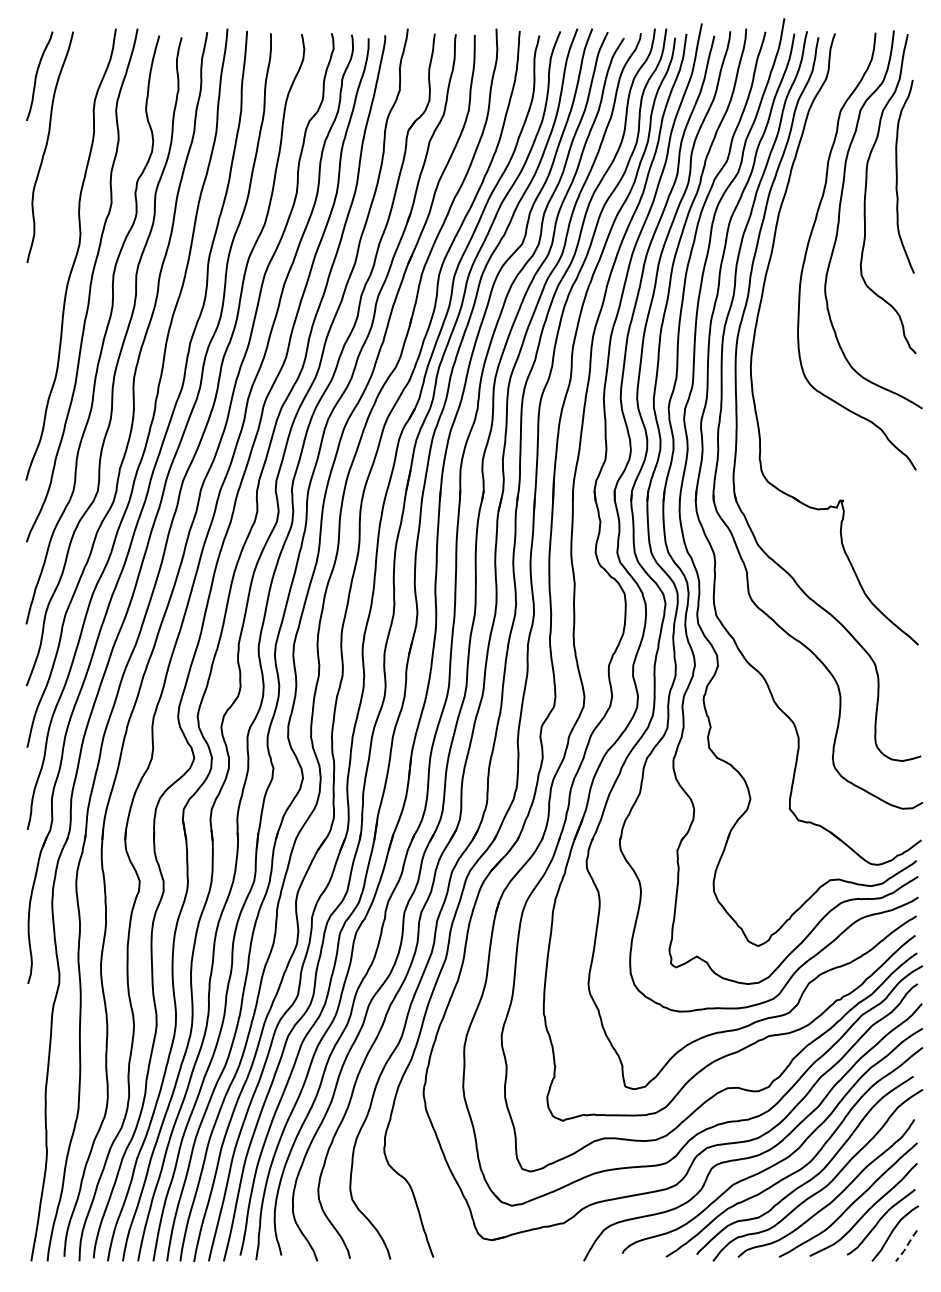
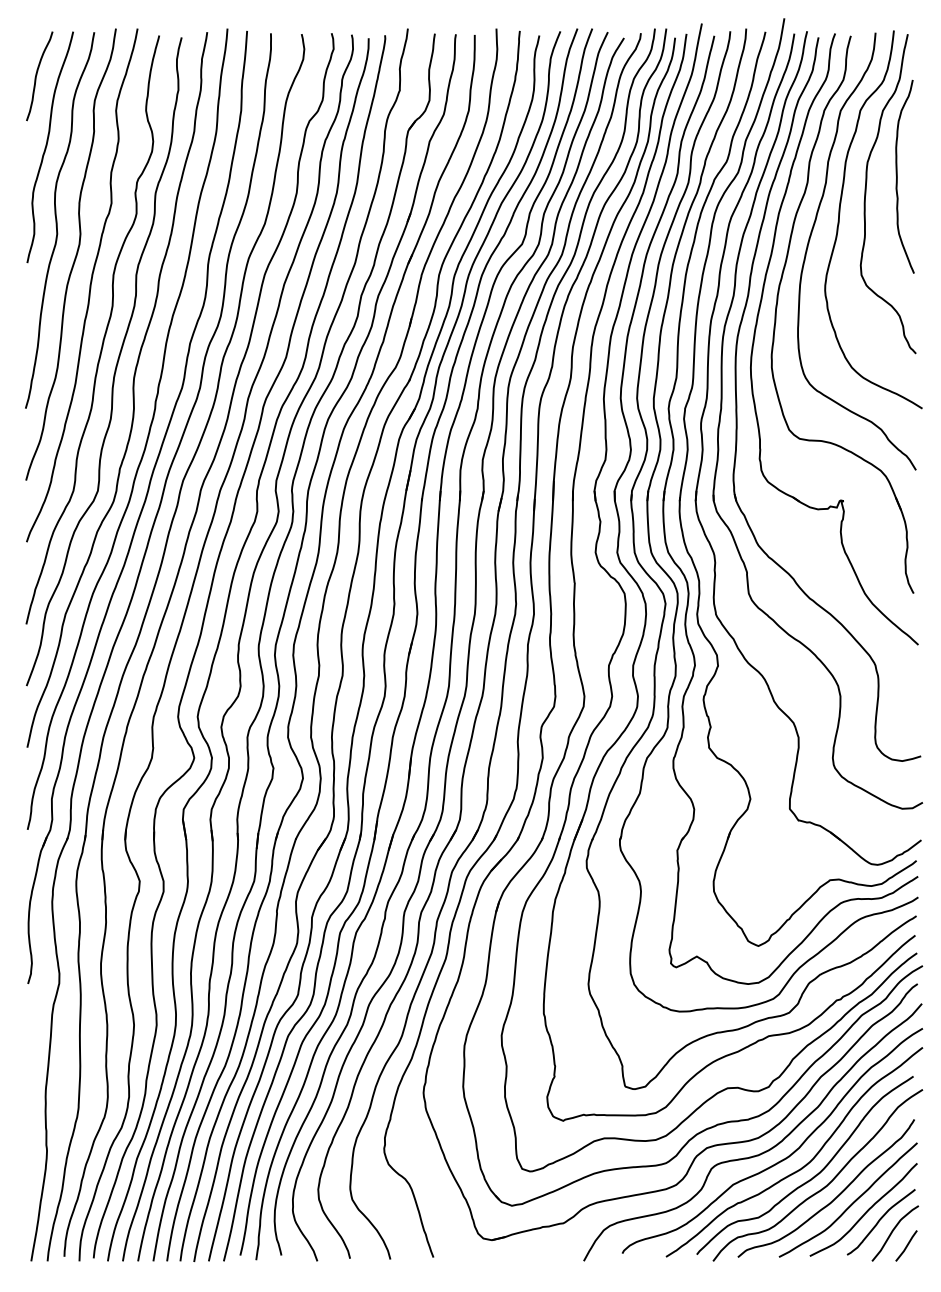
curve at (57, 220): none -> present
part at (777, 308): none -> present
line at (906, 1246): dashed -> solid
